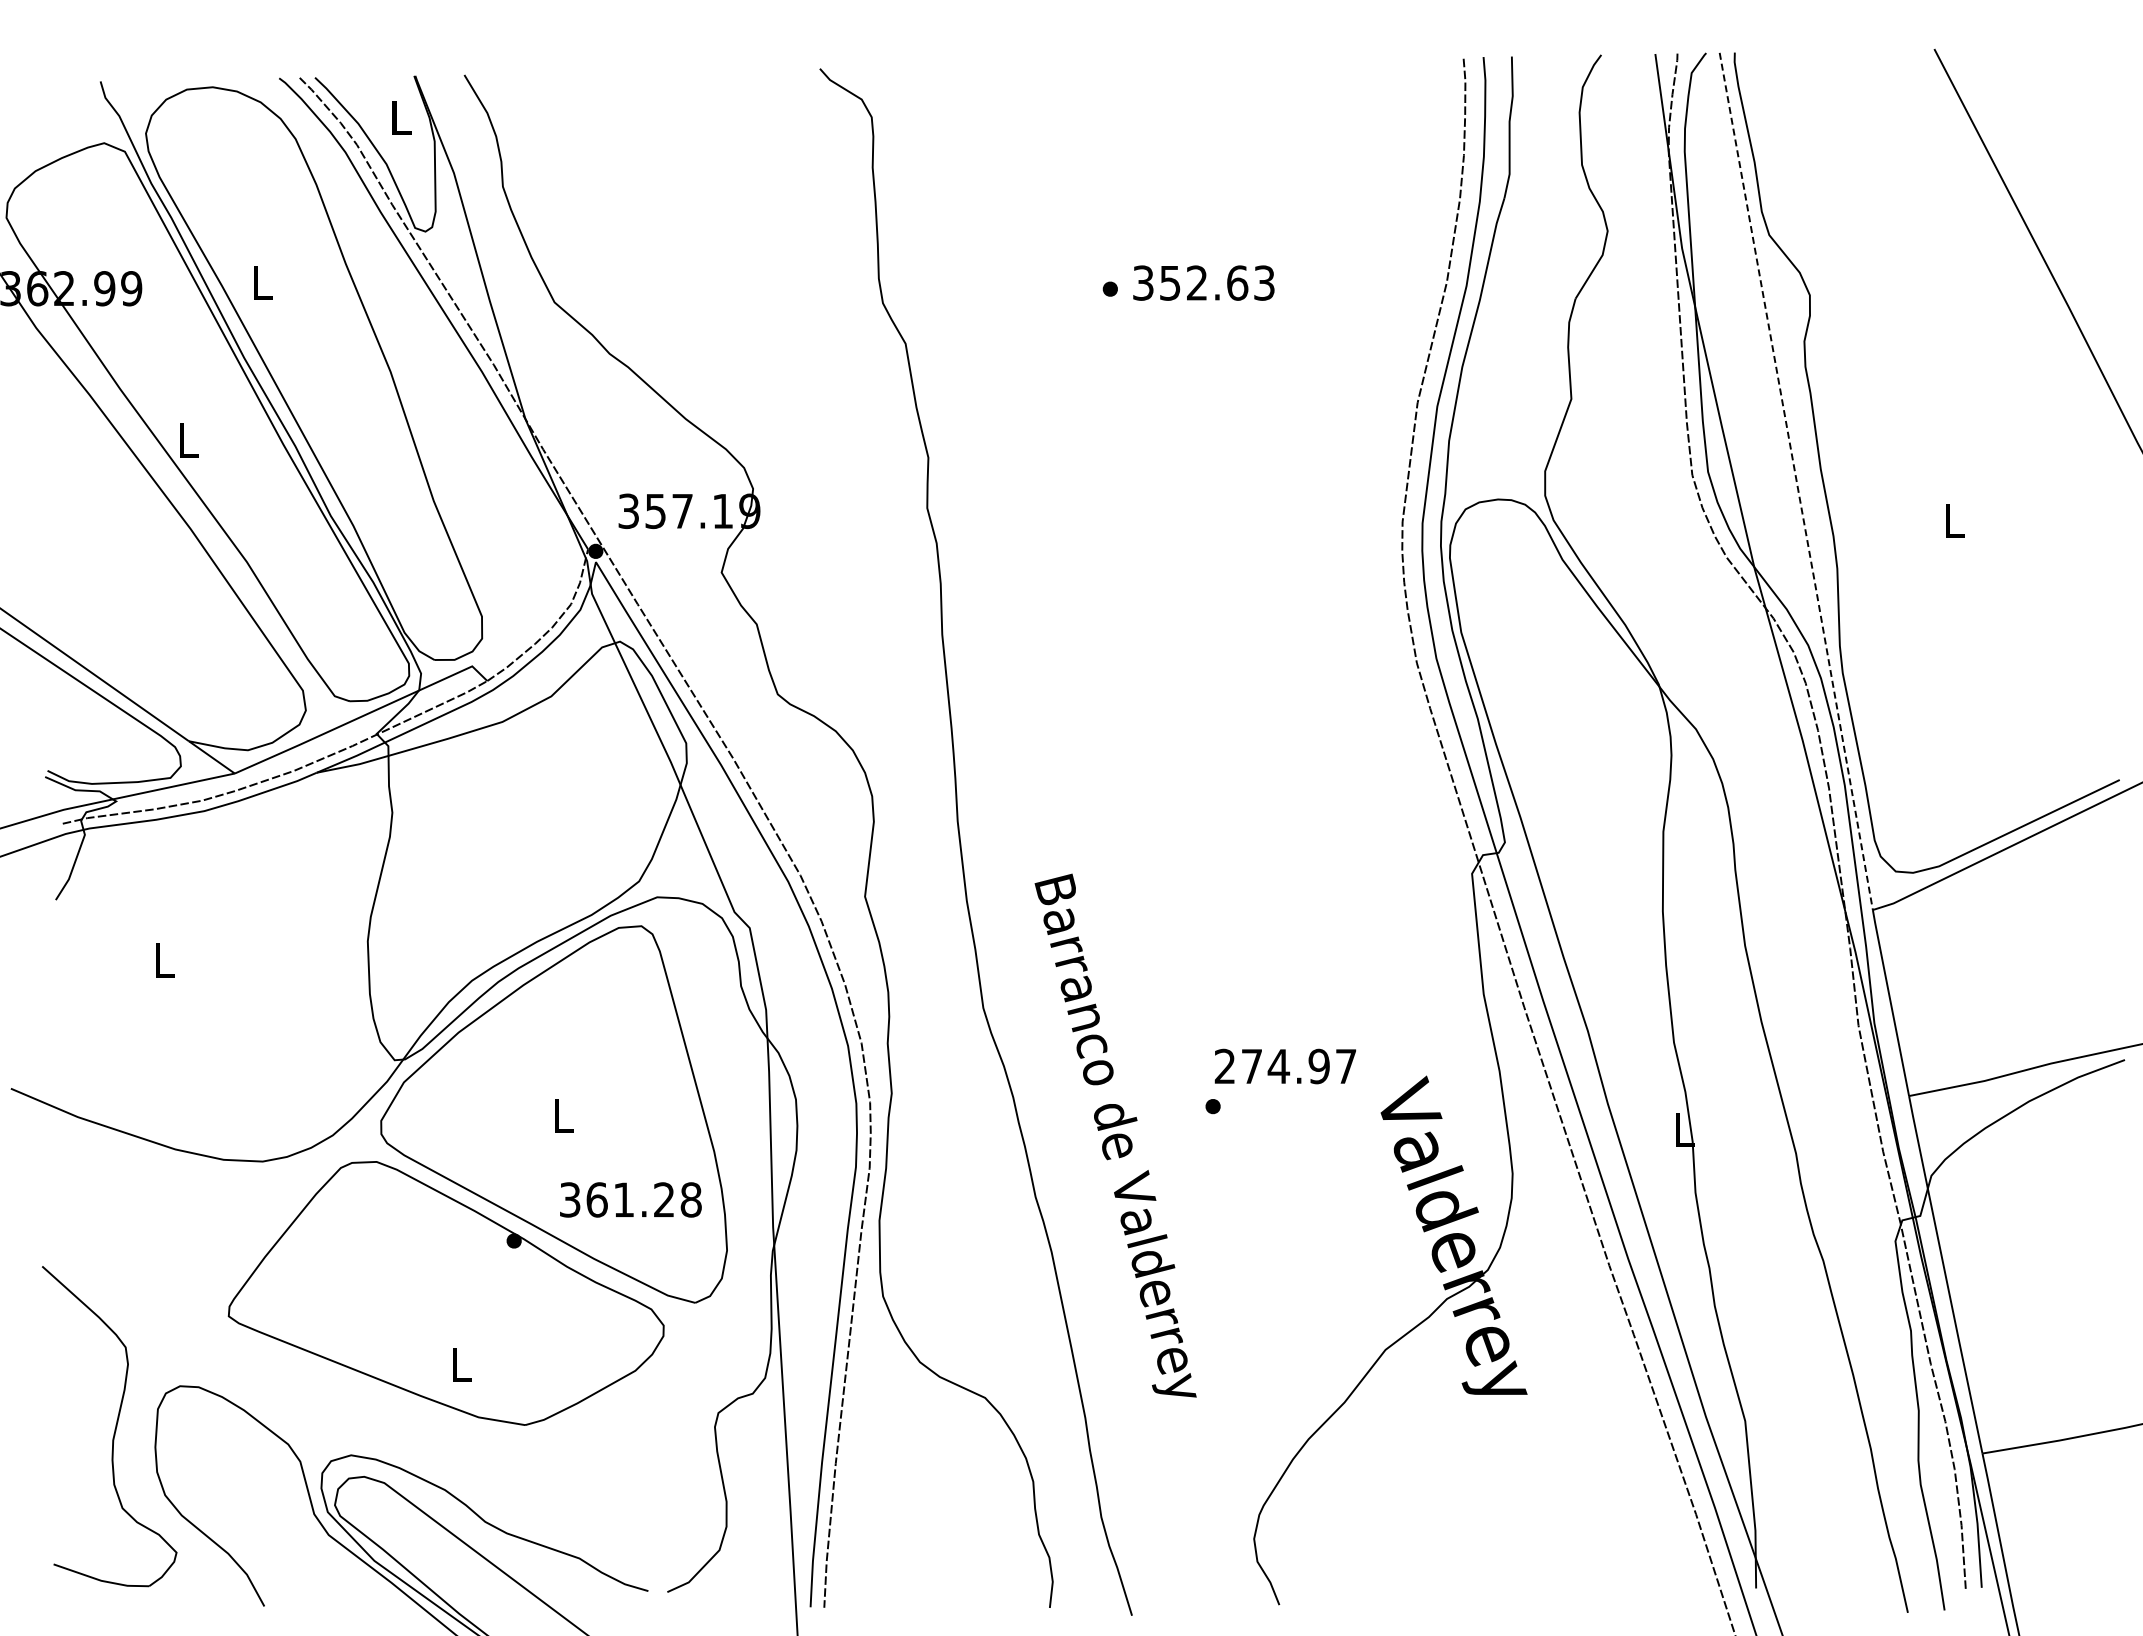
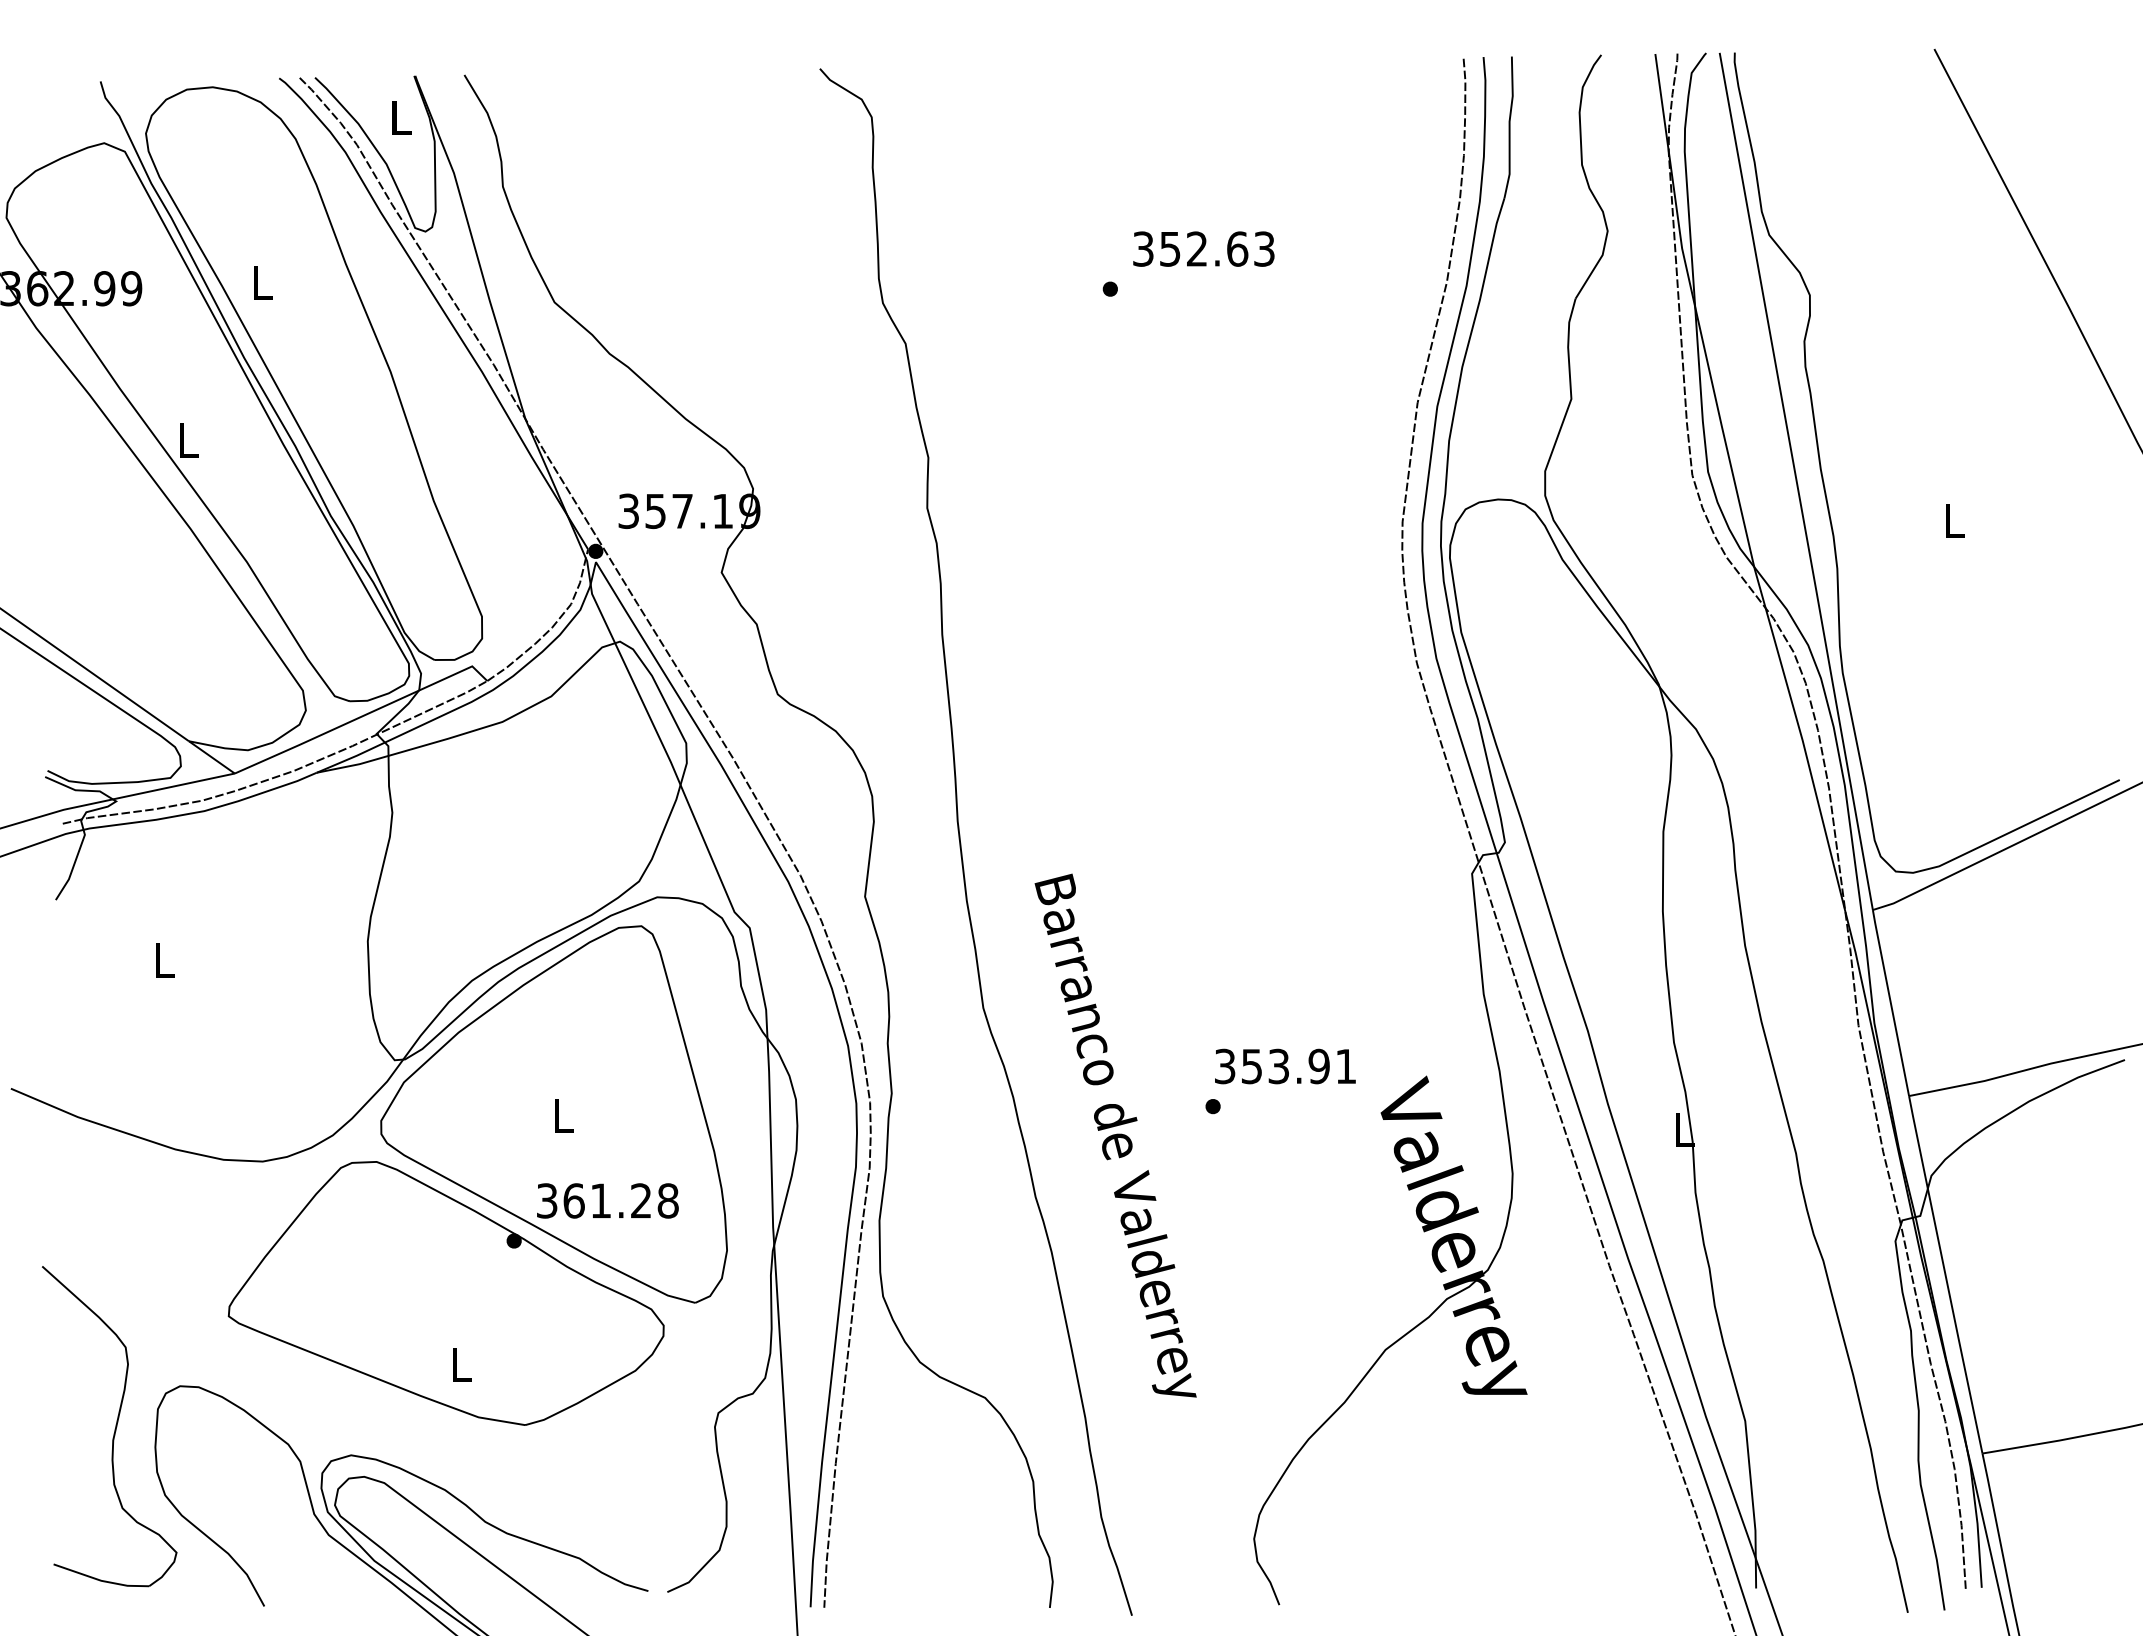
text at (1203, 282) position: (1203, 282) -> (1203, 248)
line at (1796, 482): dashed -> solid
text at (1285, 1066): 274.97 -> 353.91
text at (630, 1199) position: (630, 1199) -> (607, 1200)
